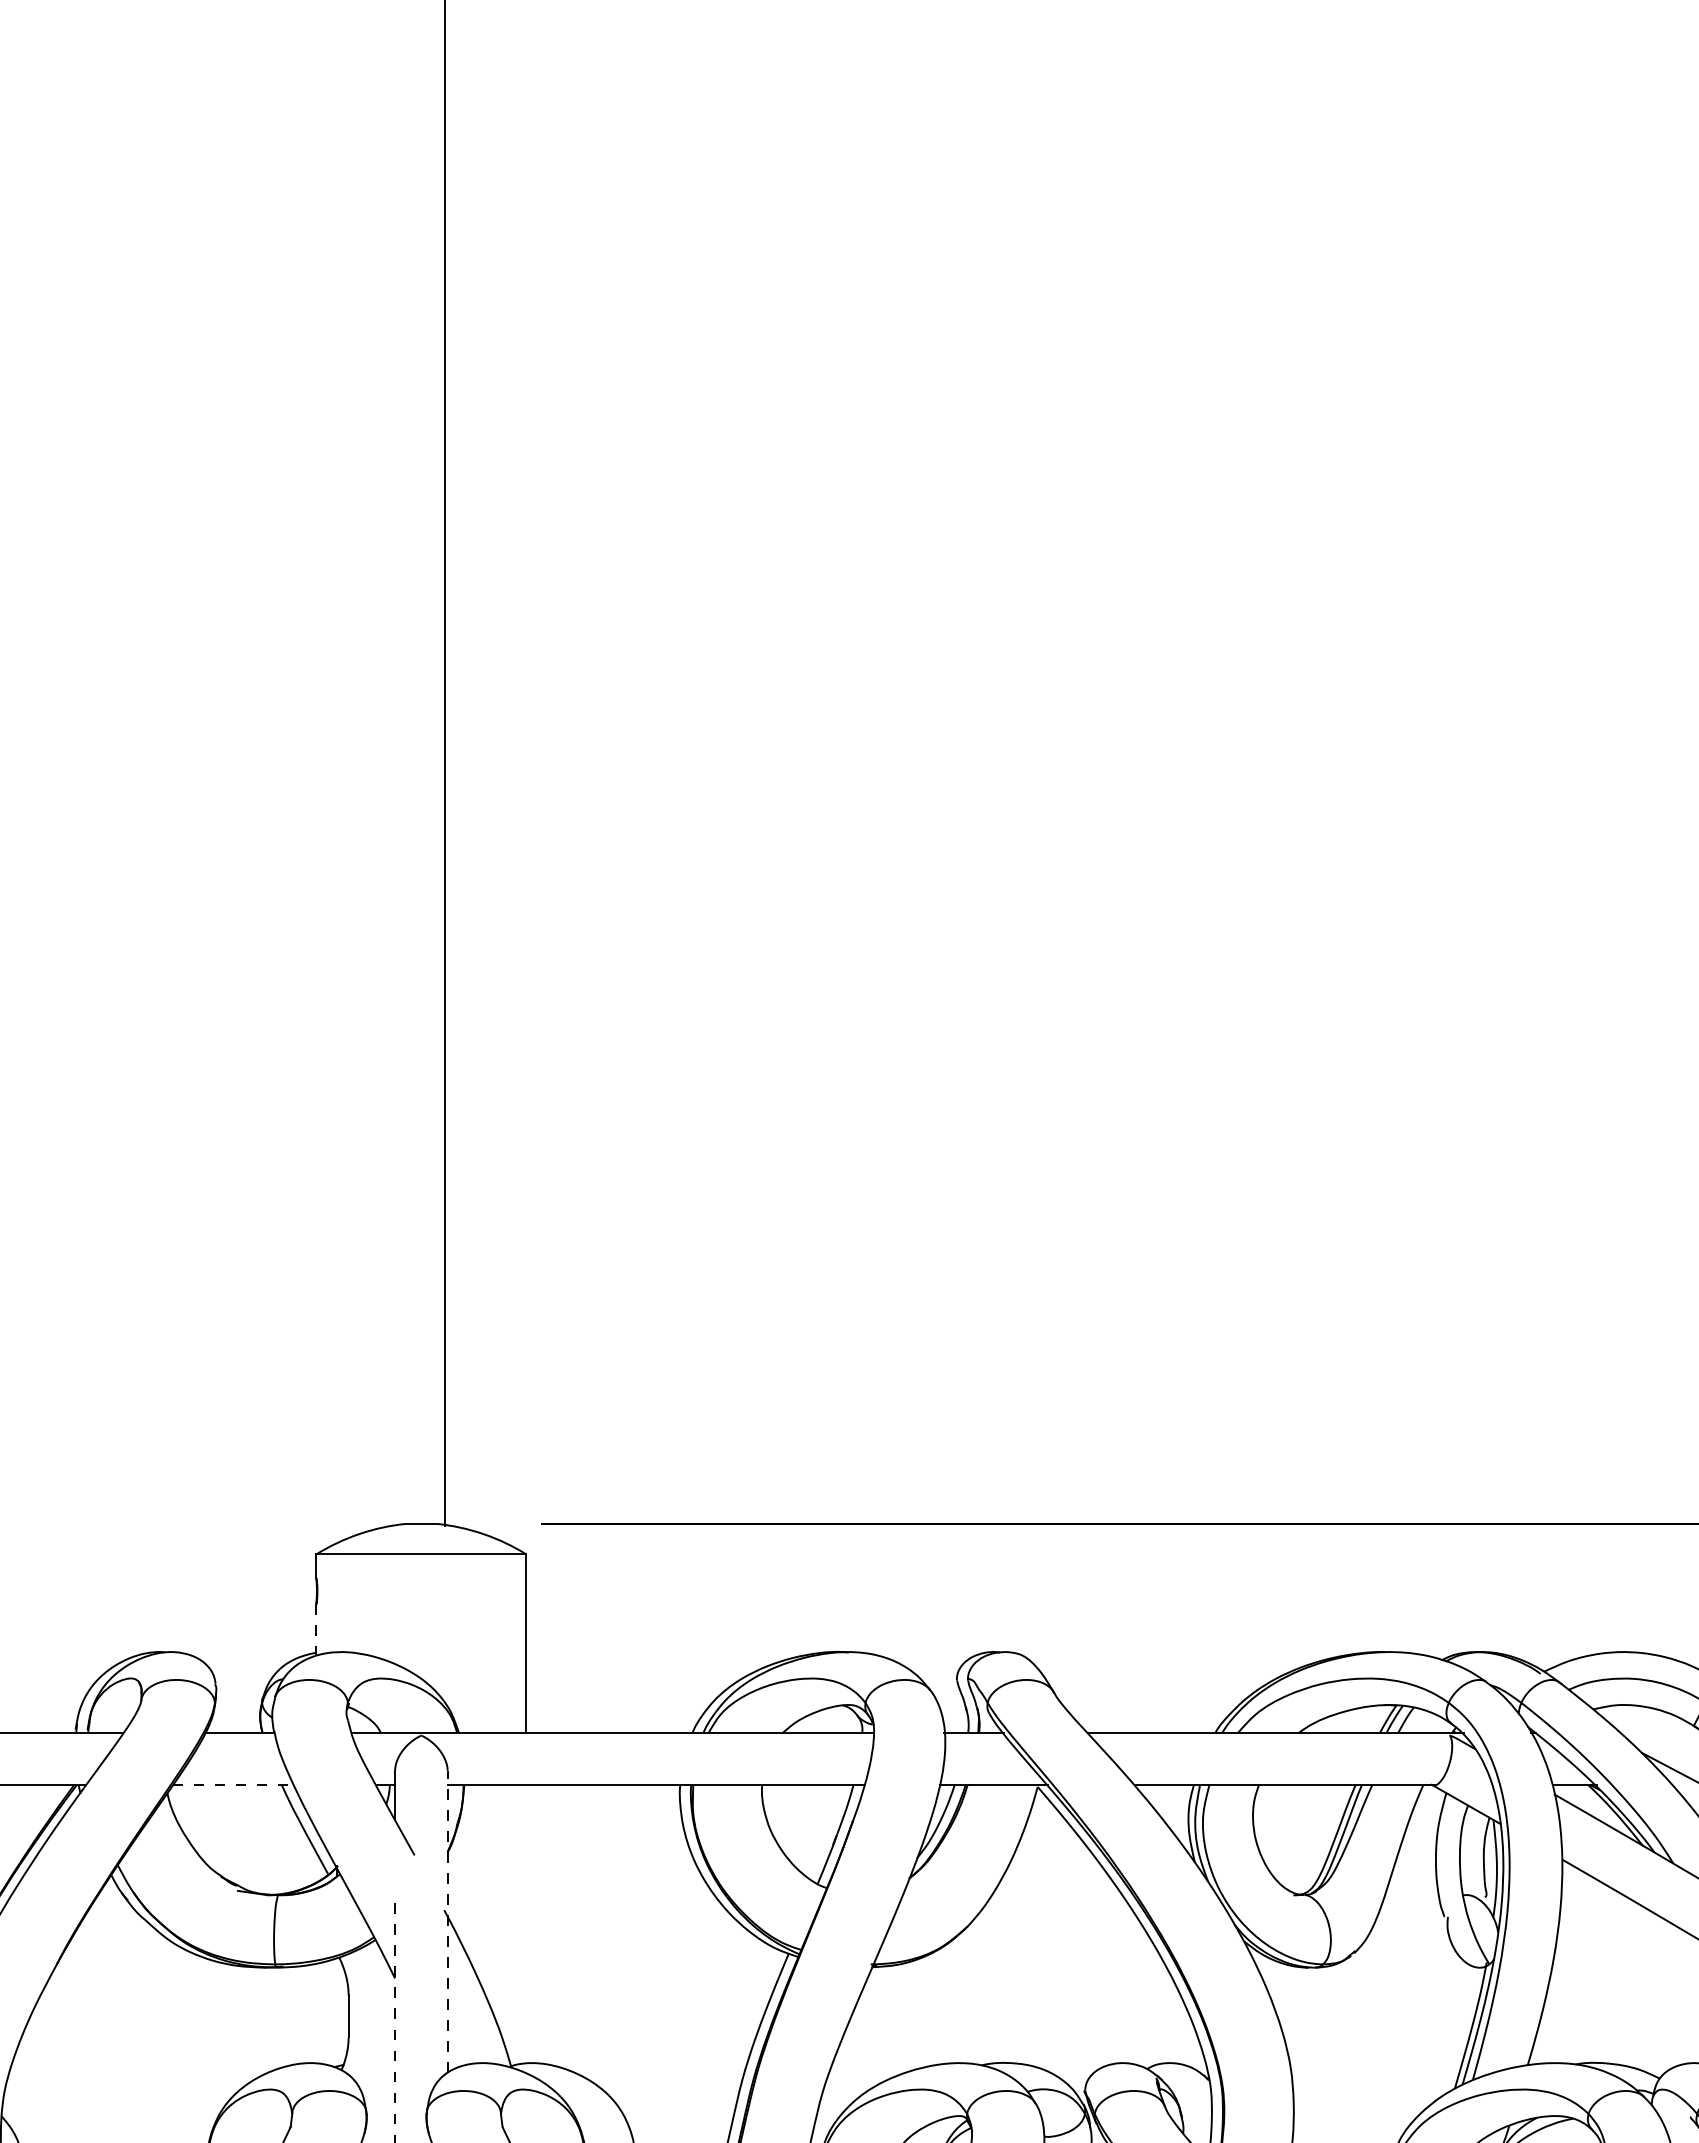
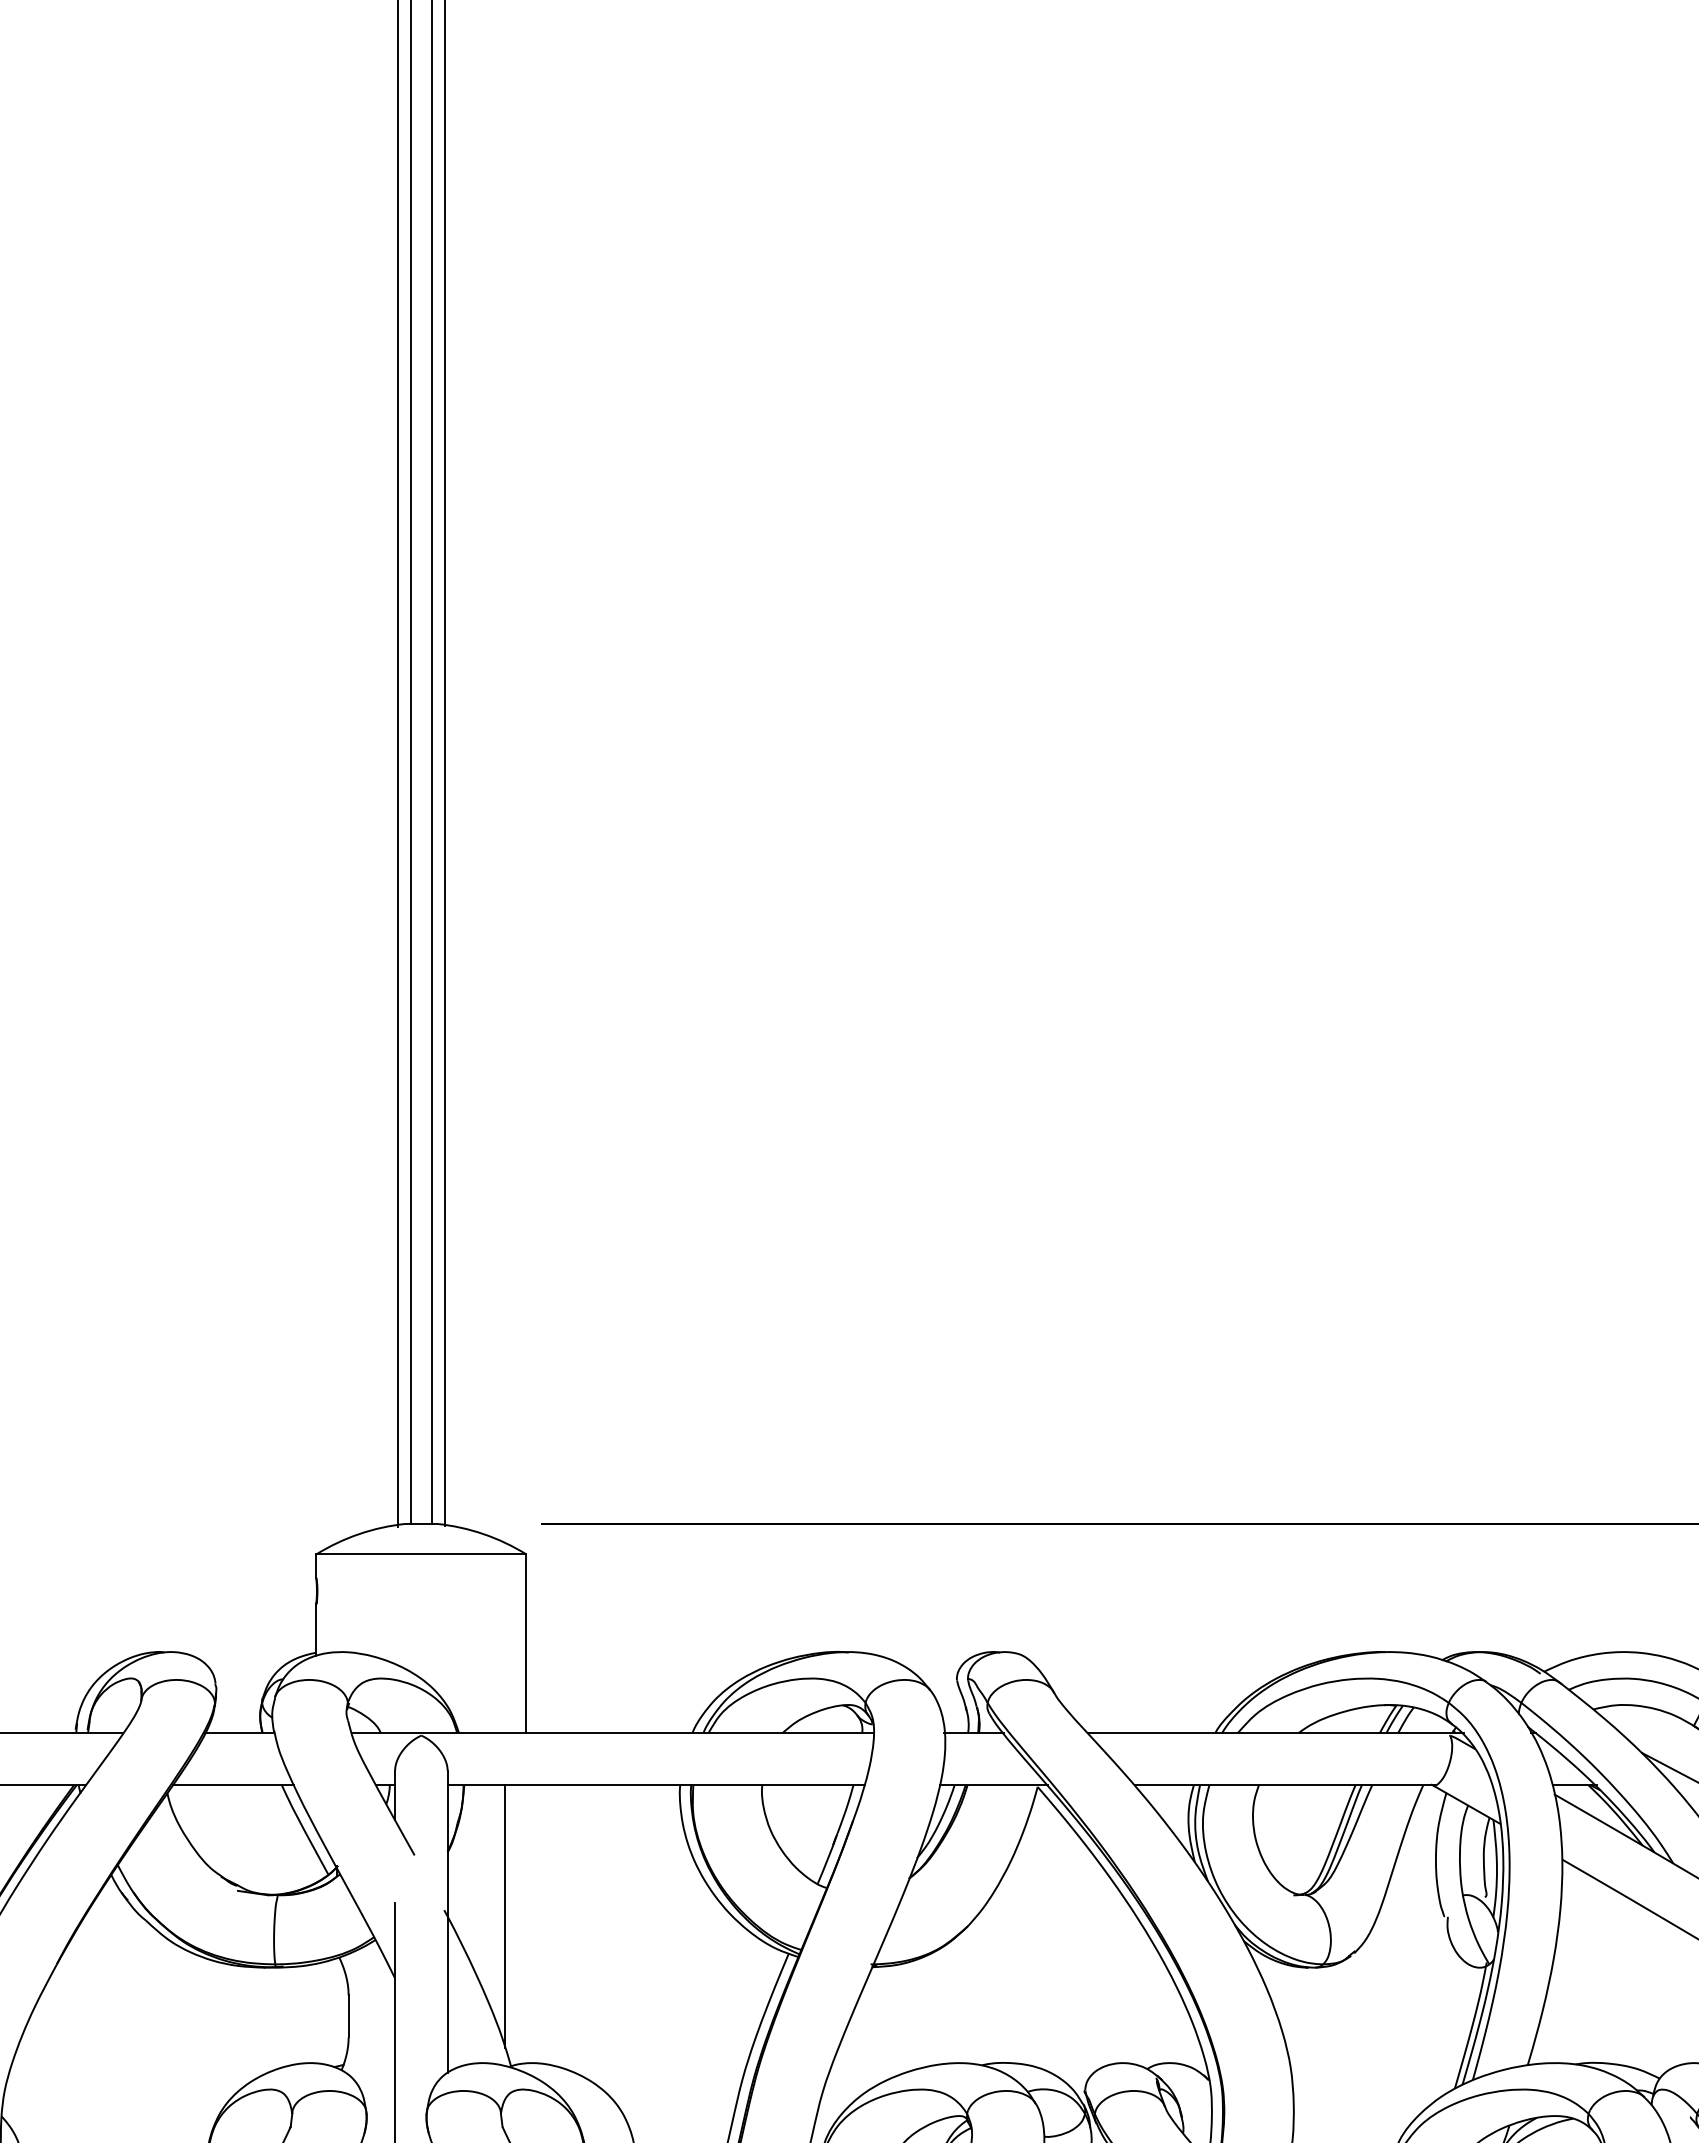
line at (410, 762): none -> present
line at (431, 762): none -> present
line at (397, 764): none -> present
line at (316, 1629): dashed -> solid
line at (233, 1785): dashed -> solid
line at (505, 1916): none -> present
line at (447, 1921): dashed -> solid
line at (395, 2023): dashed -> solid
